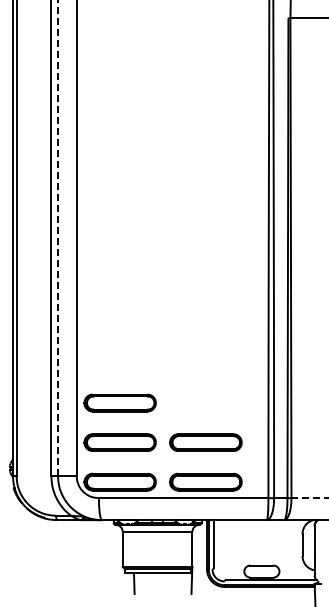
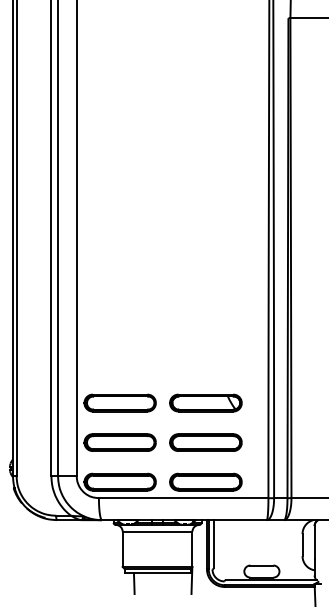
line at (58, 238): dashed -> solid
part at (205, 402): none -> present
line at (310, 498): dashed -> solid
